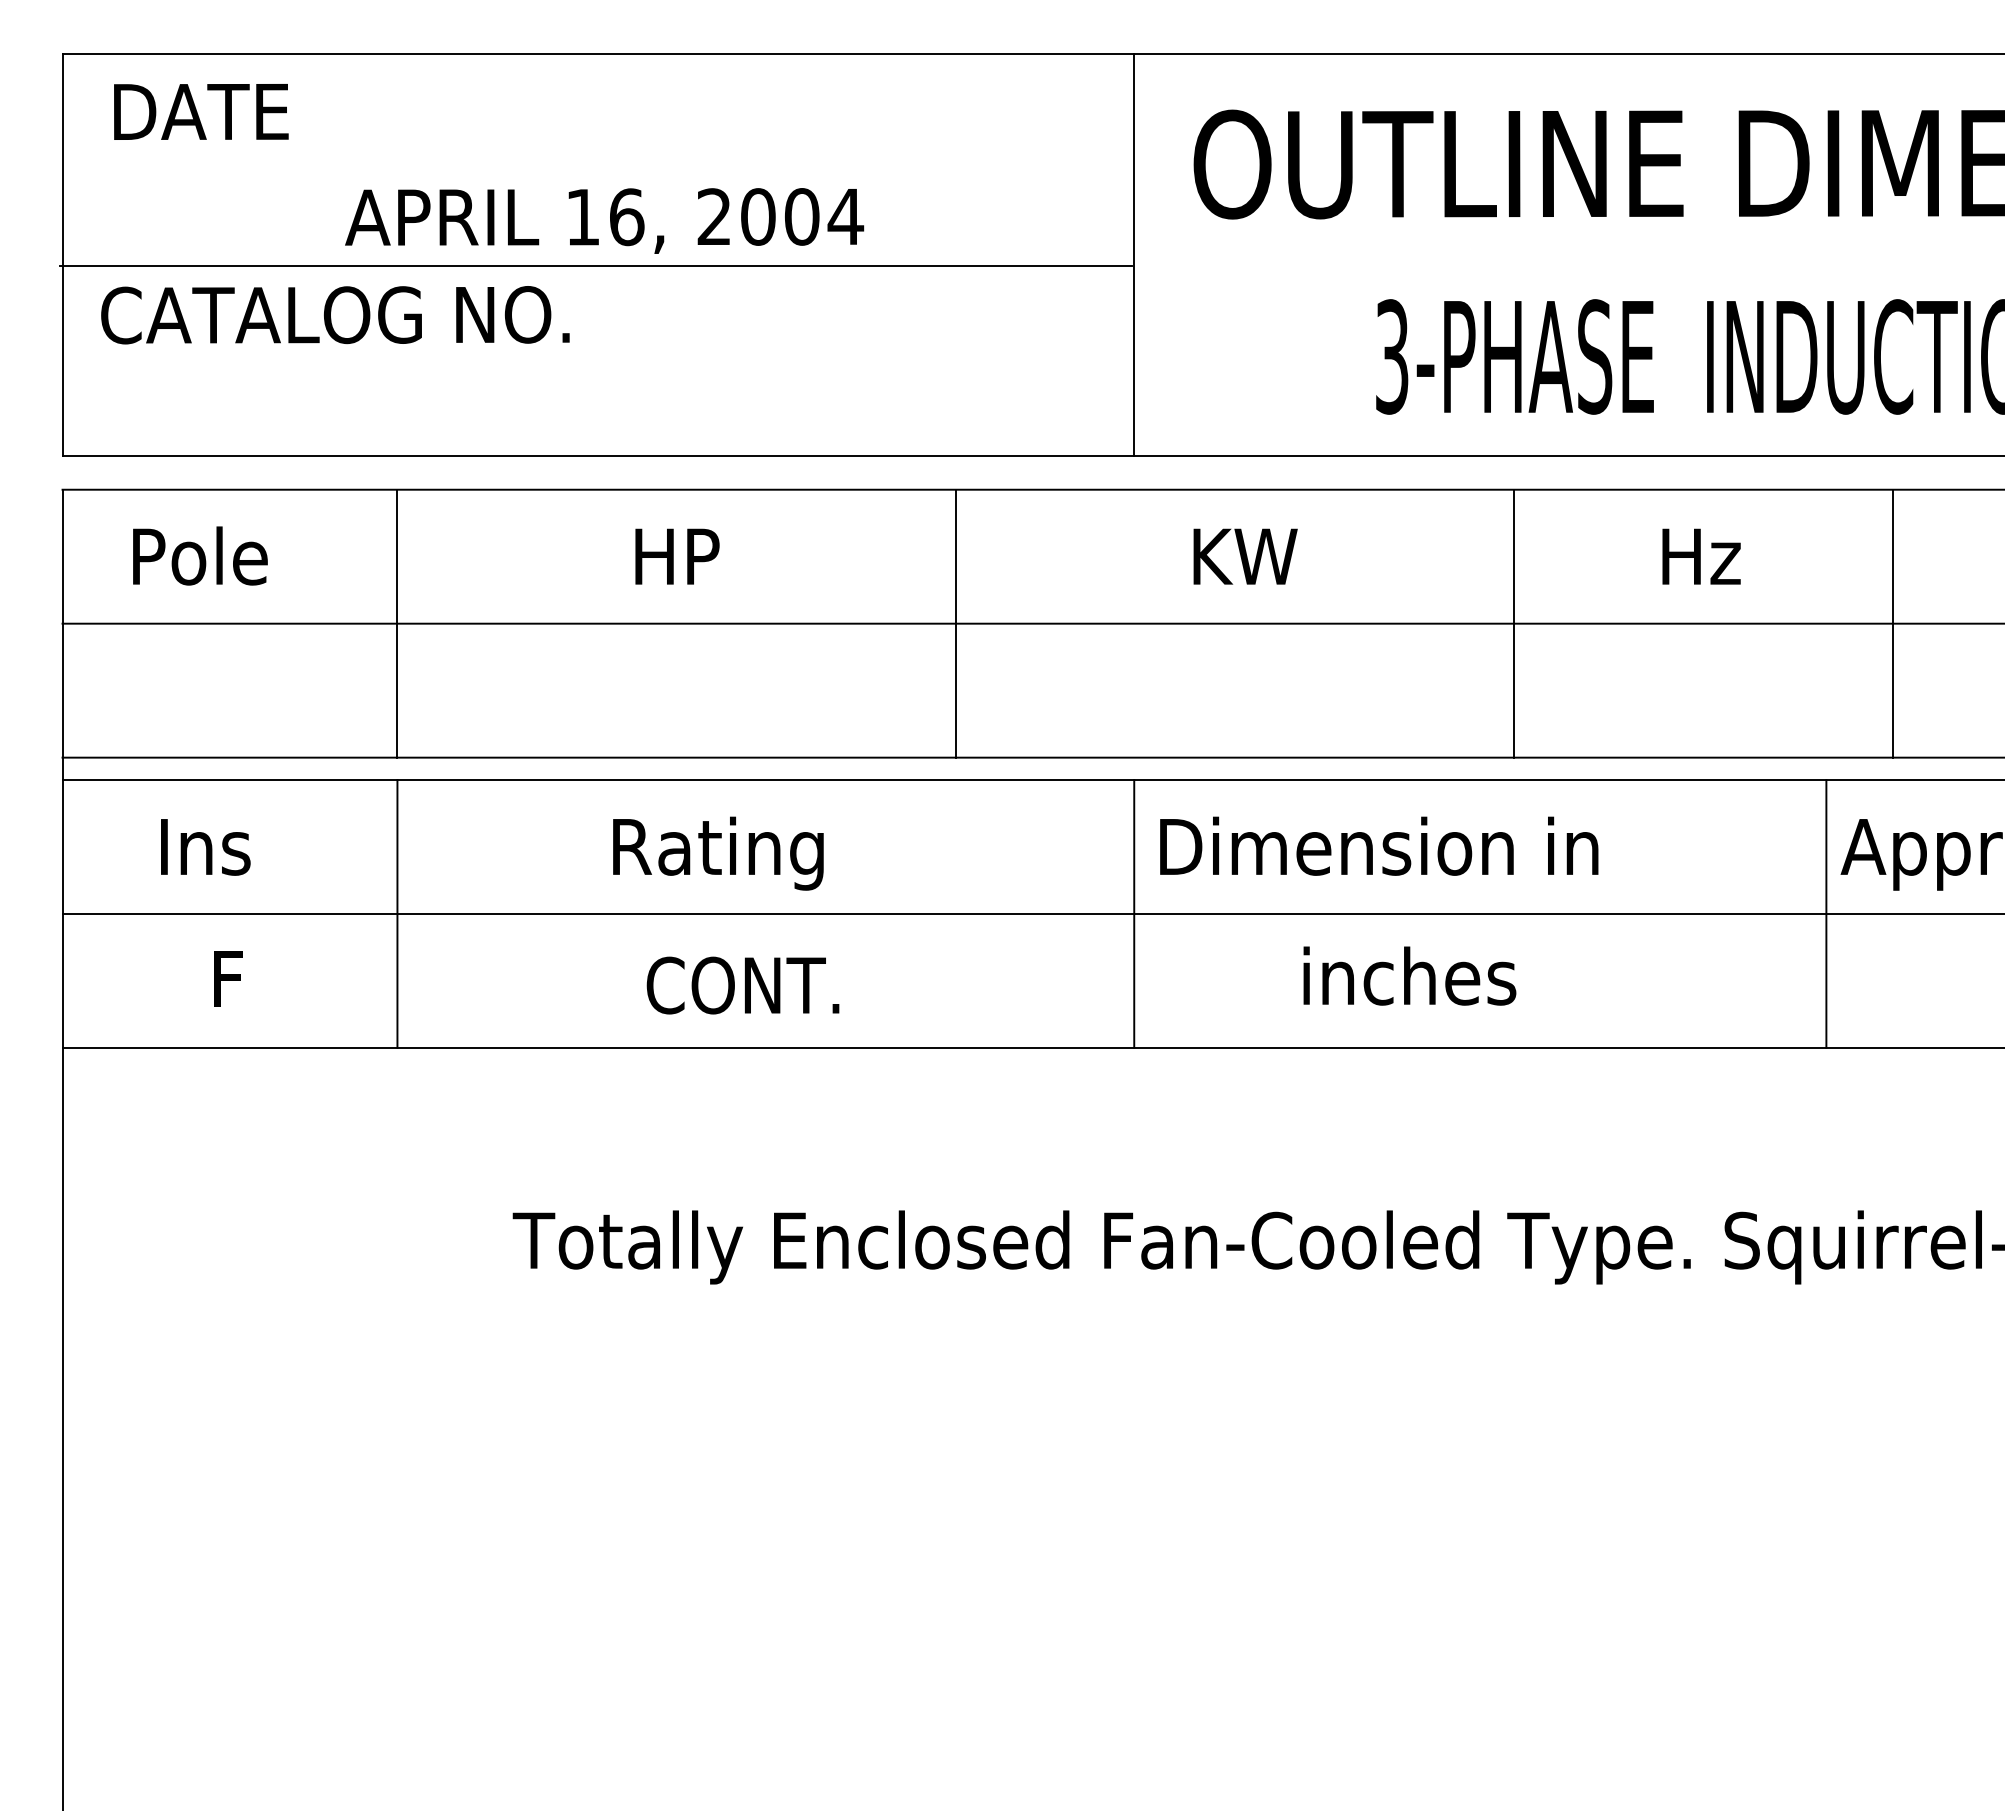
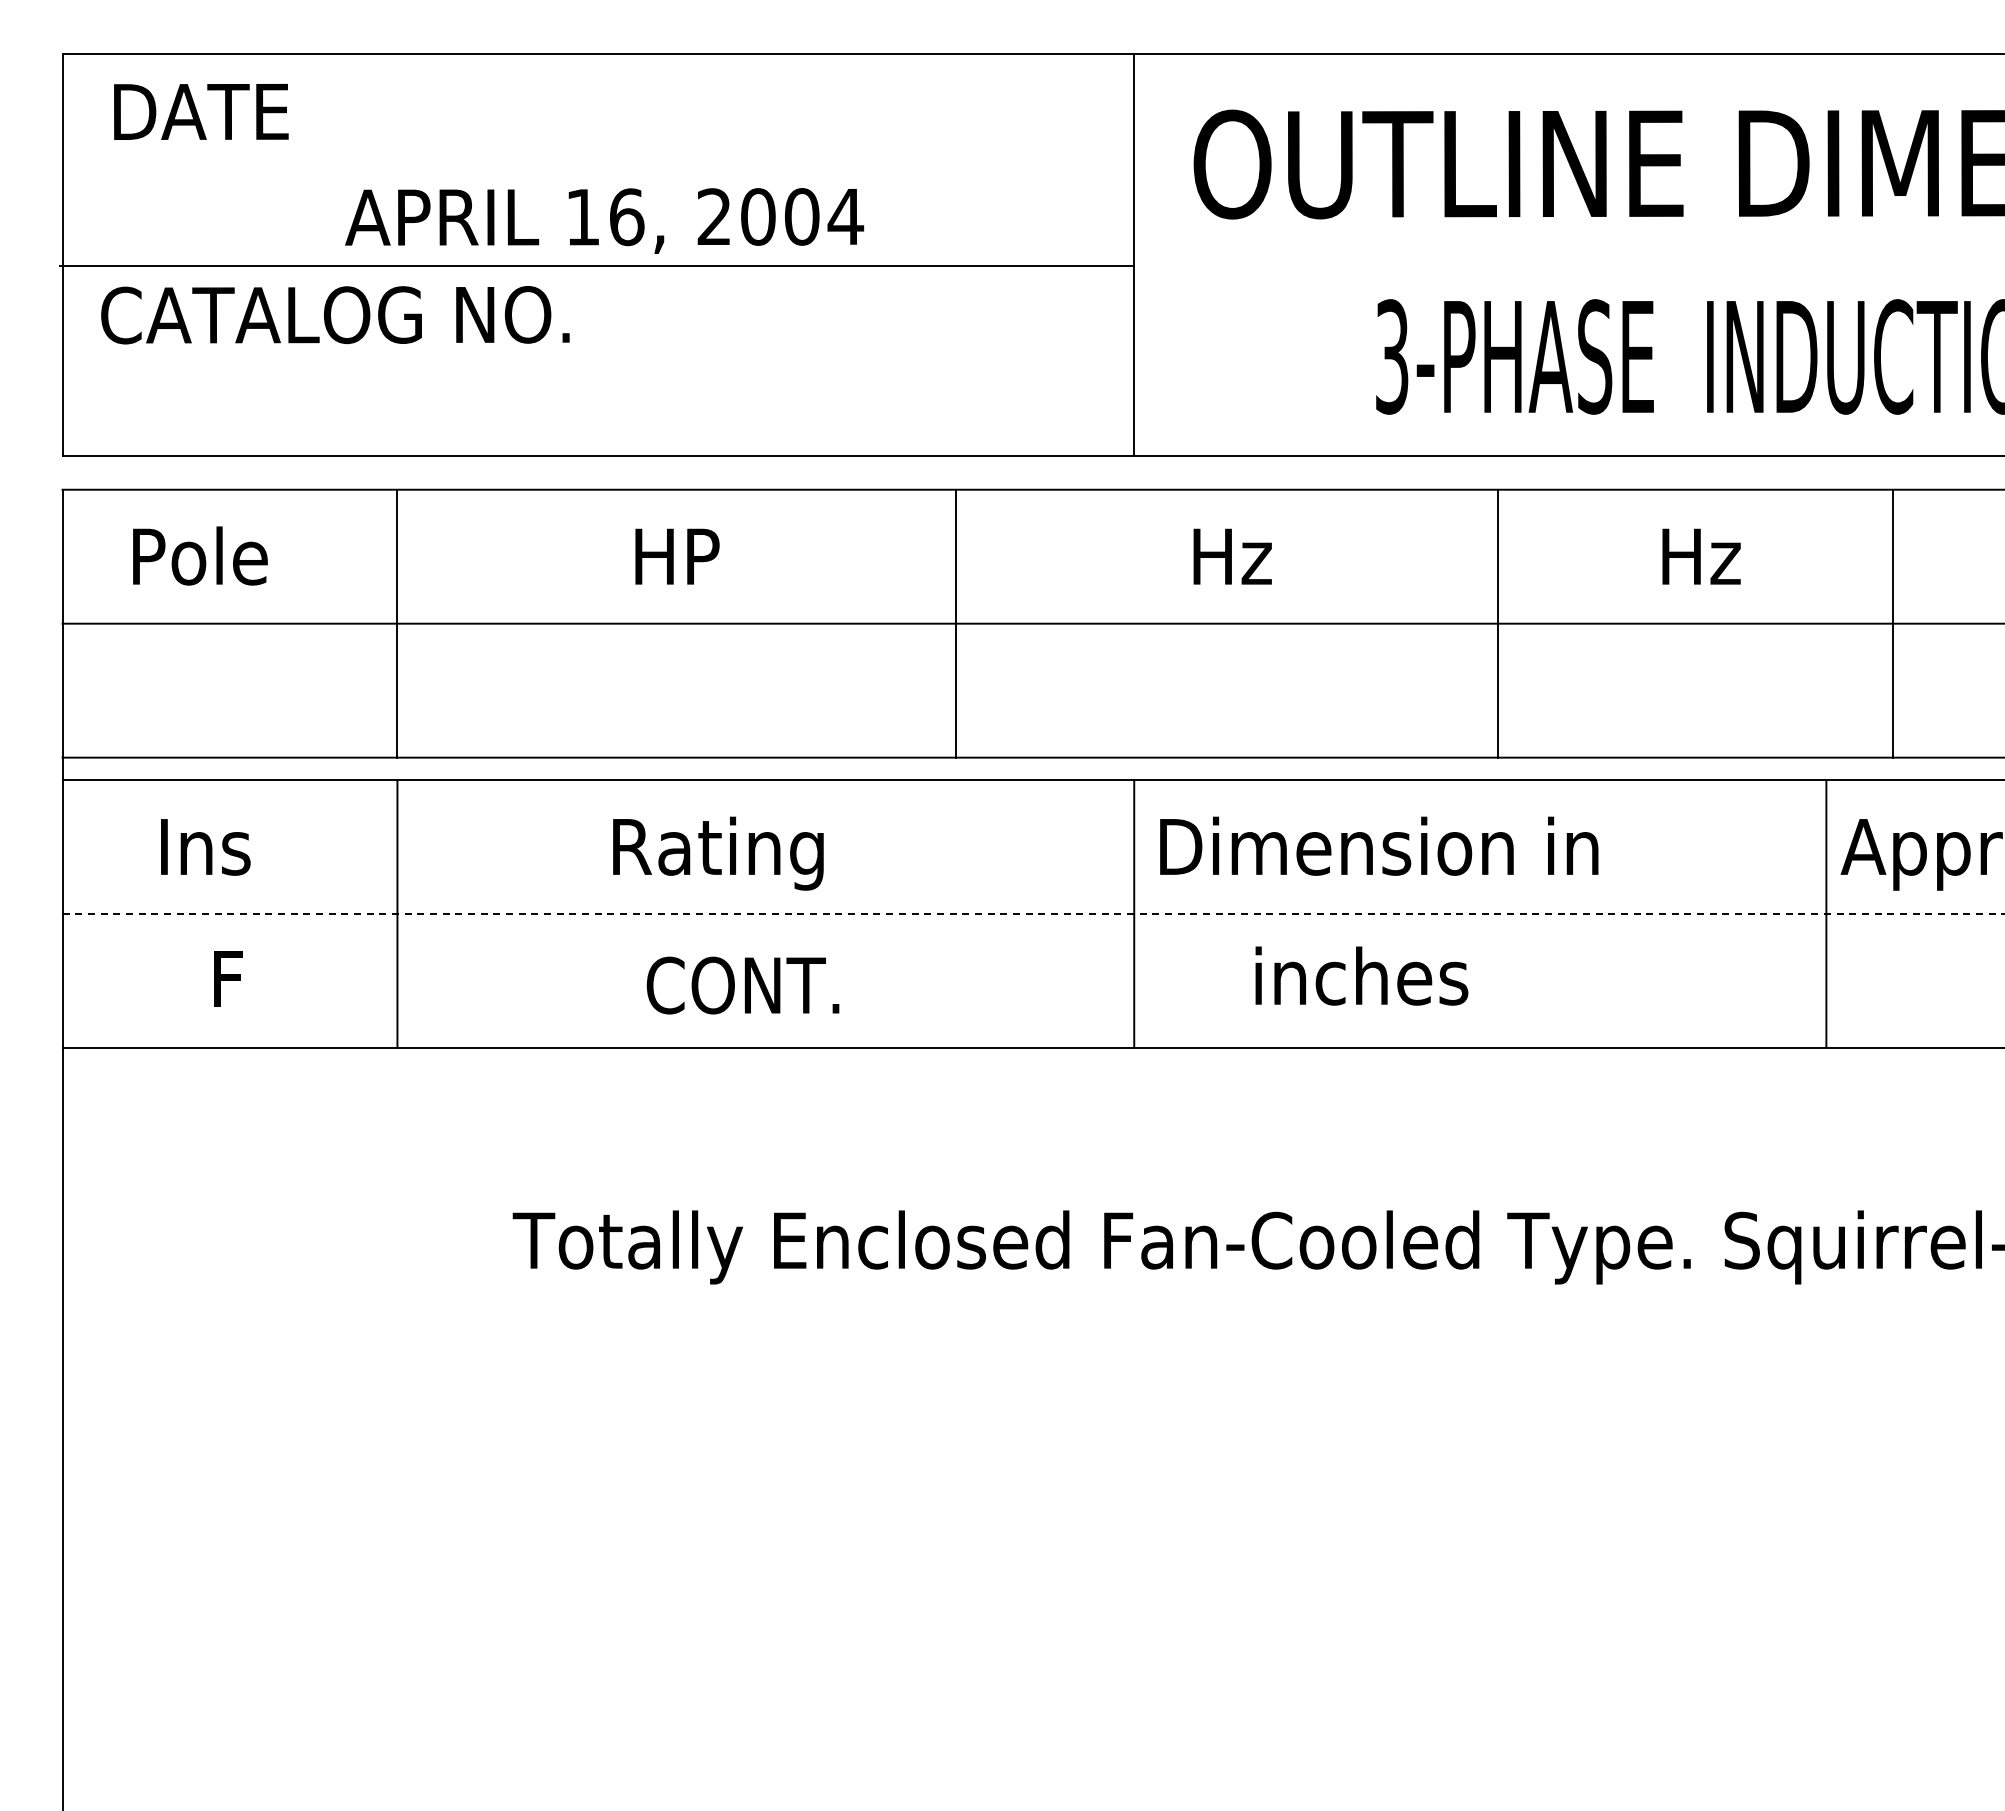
text at (1248, 556): KW -> Hz
line at (1513, 623) position: (1513, 623) -> (1497, 623)
line at (1033, 913): solid -> dashed
text at (1409, 975) position: (1409, 975) -> (1361, 975)
